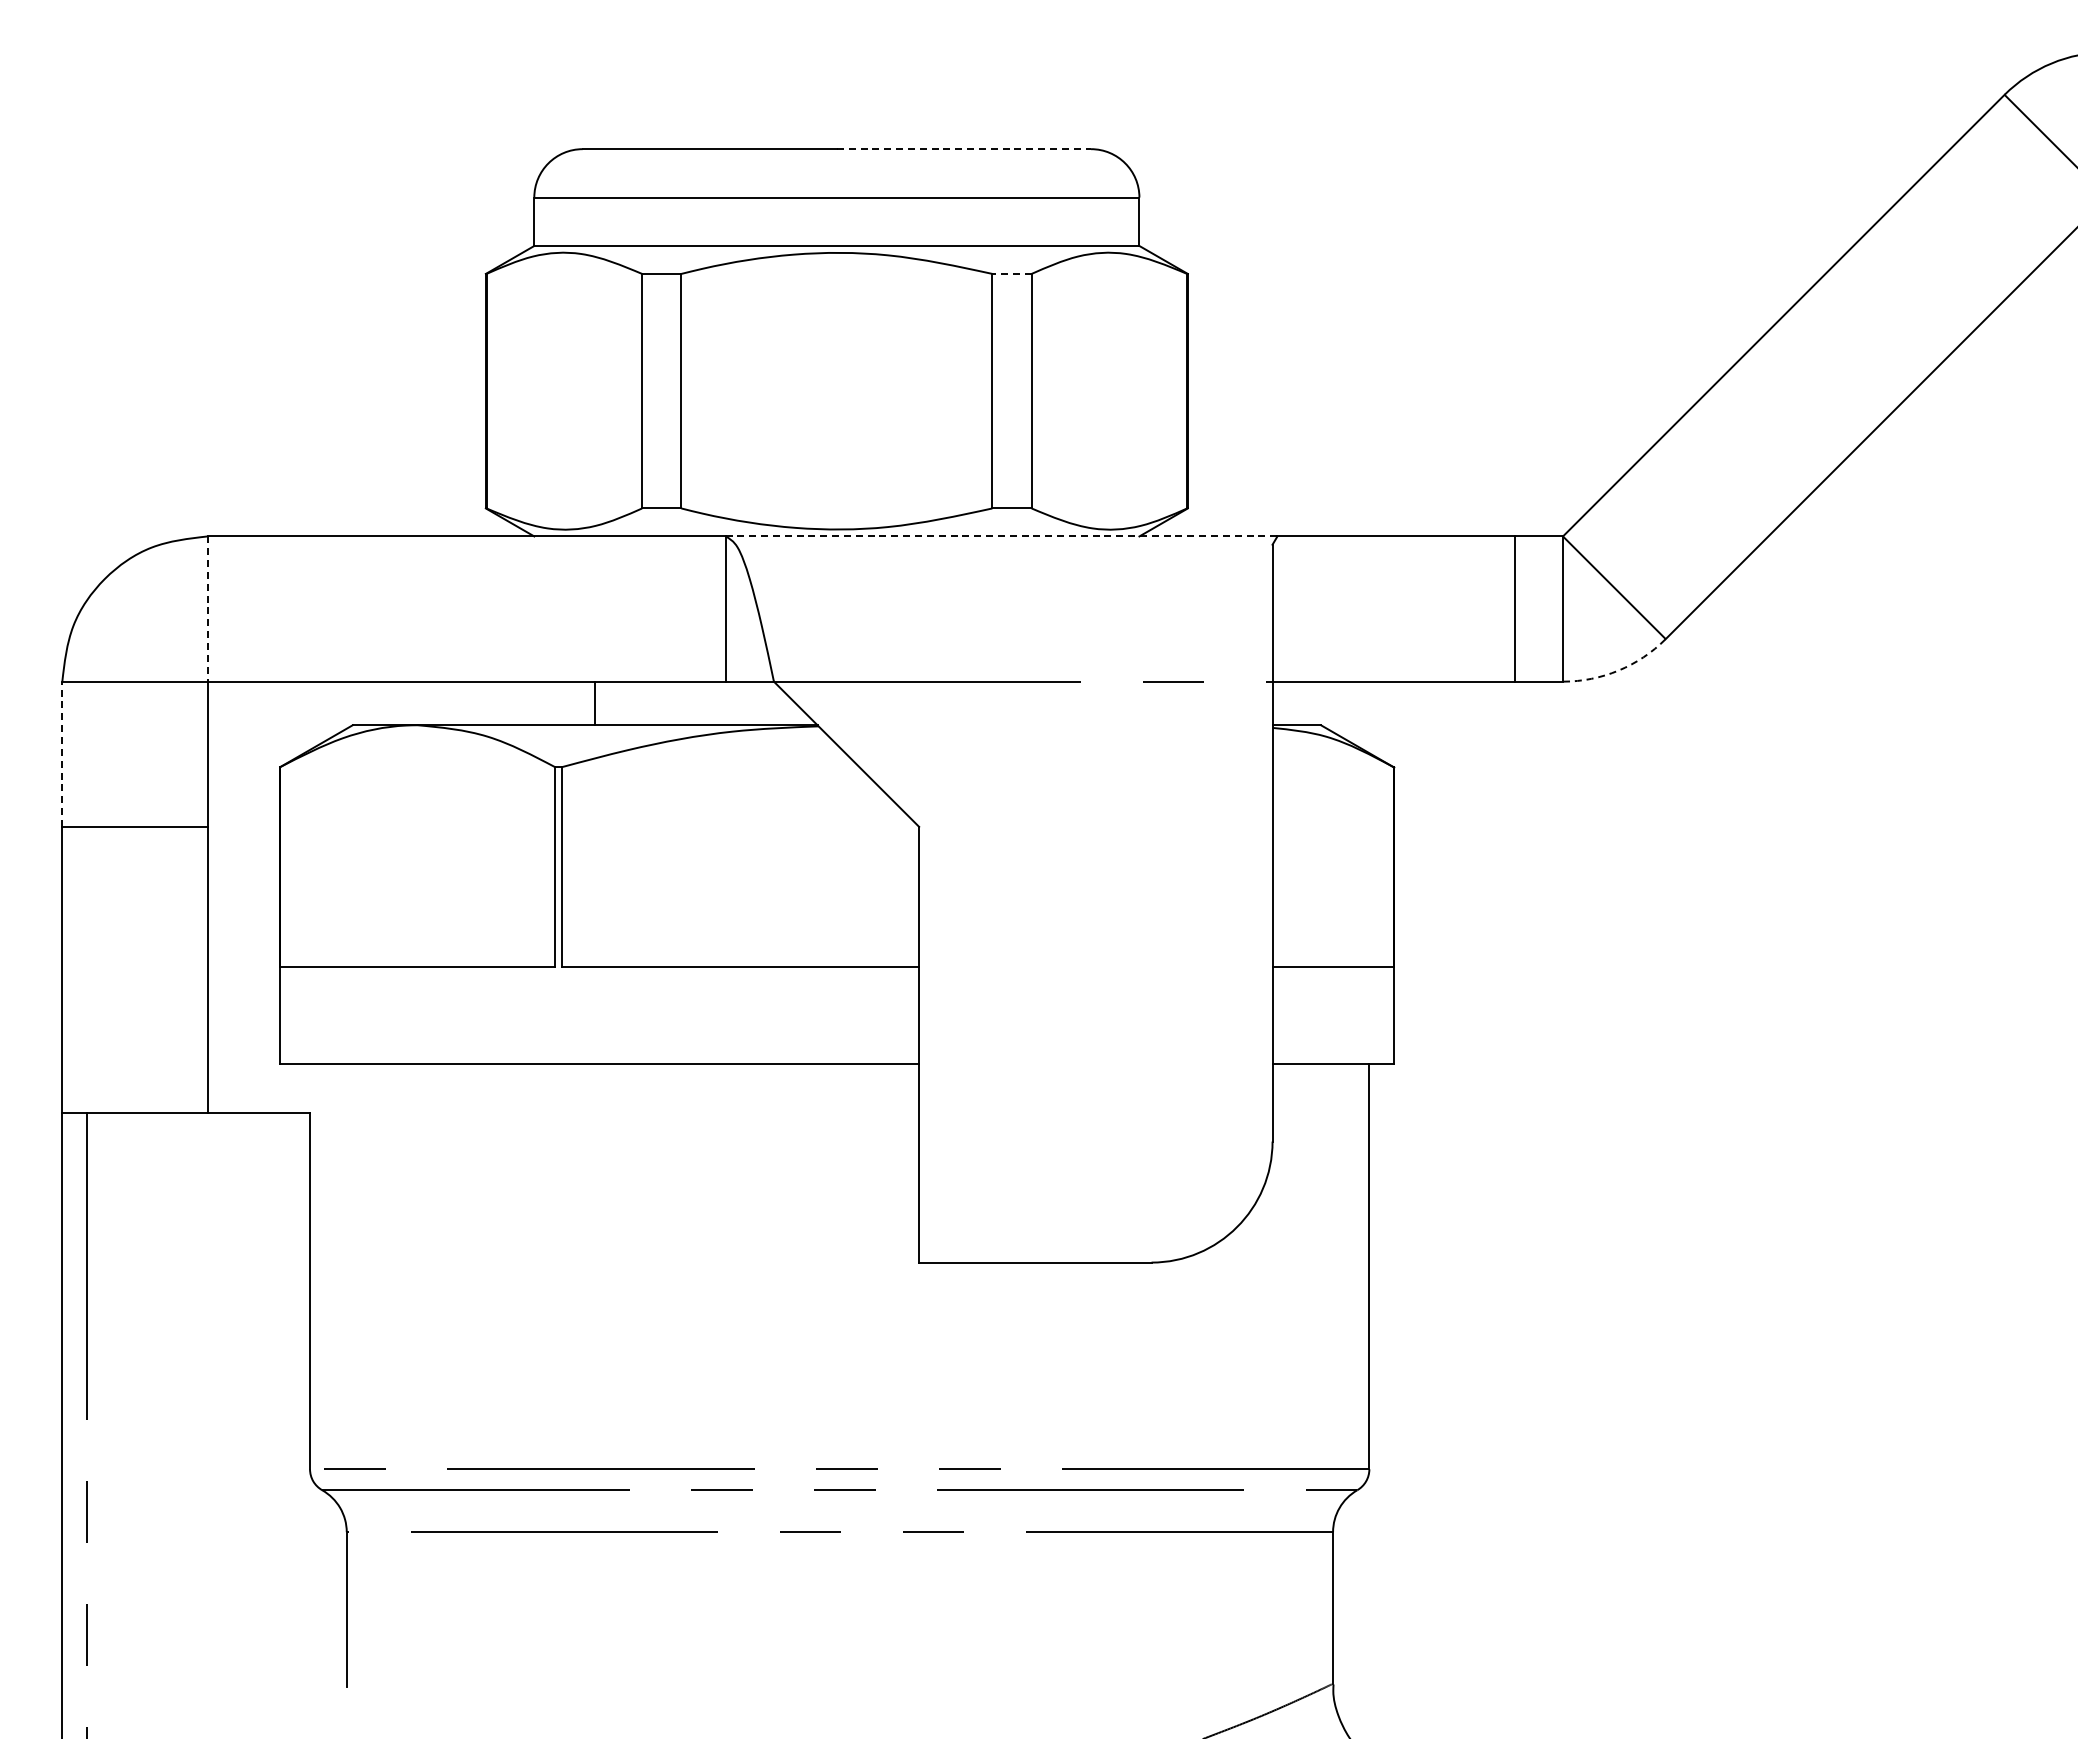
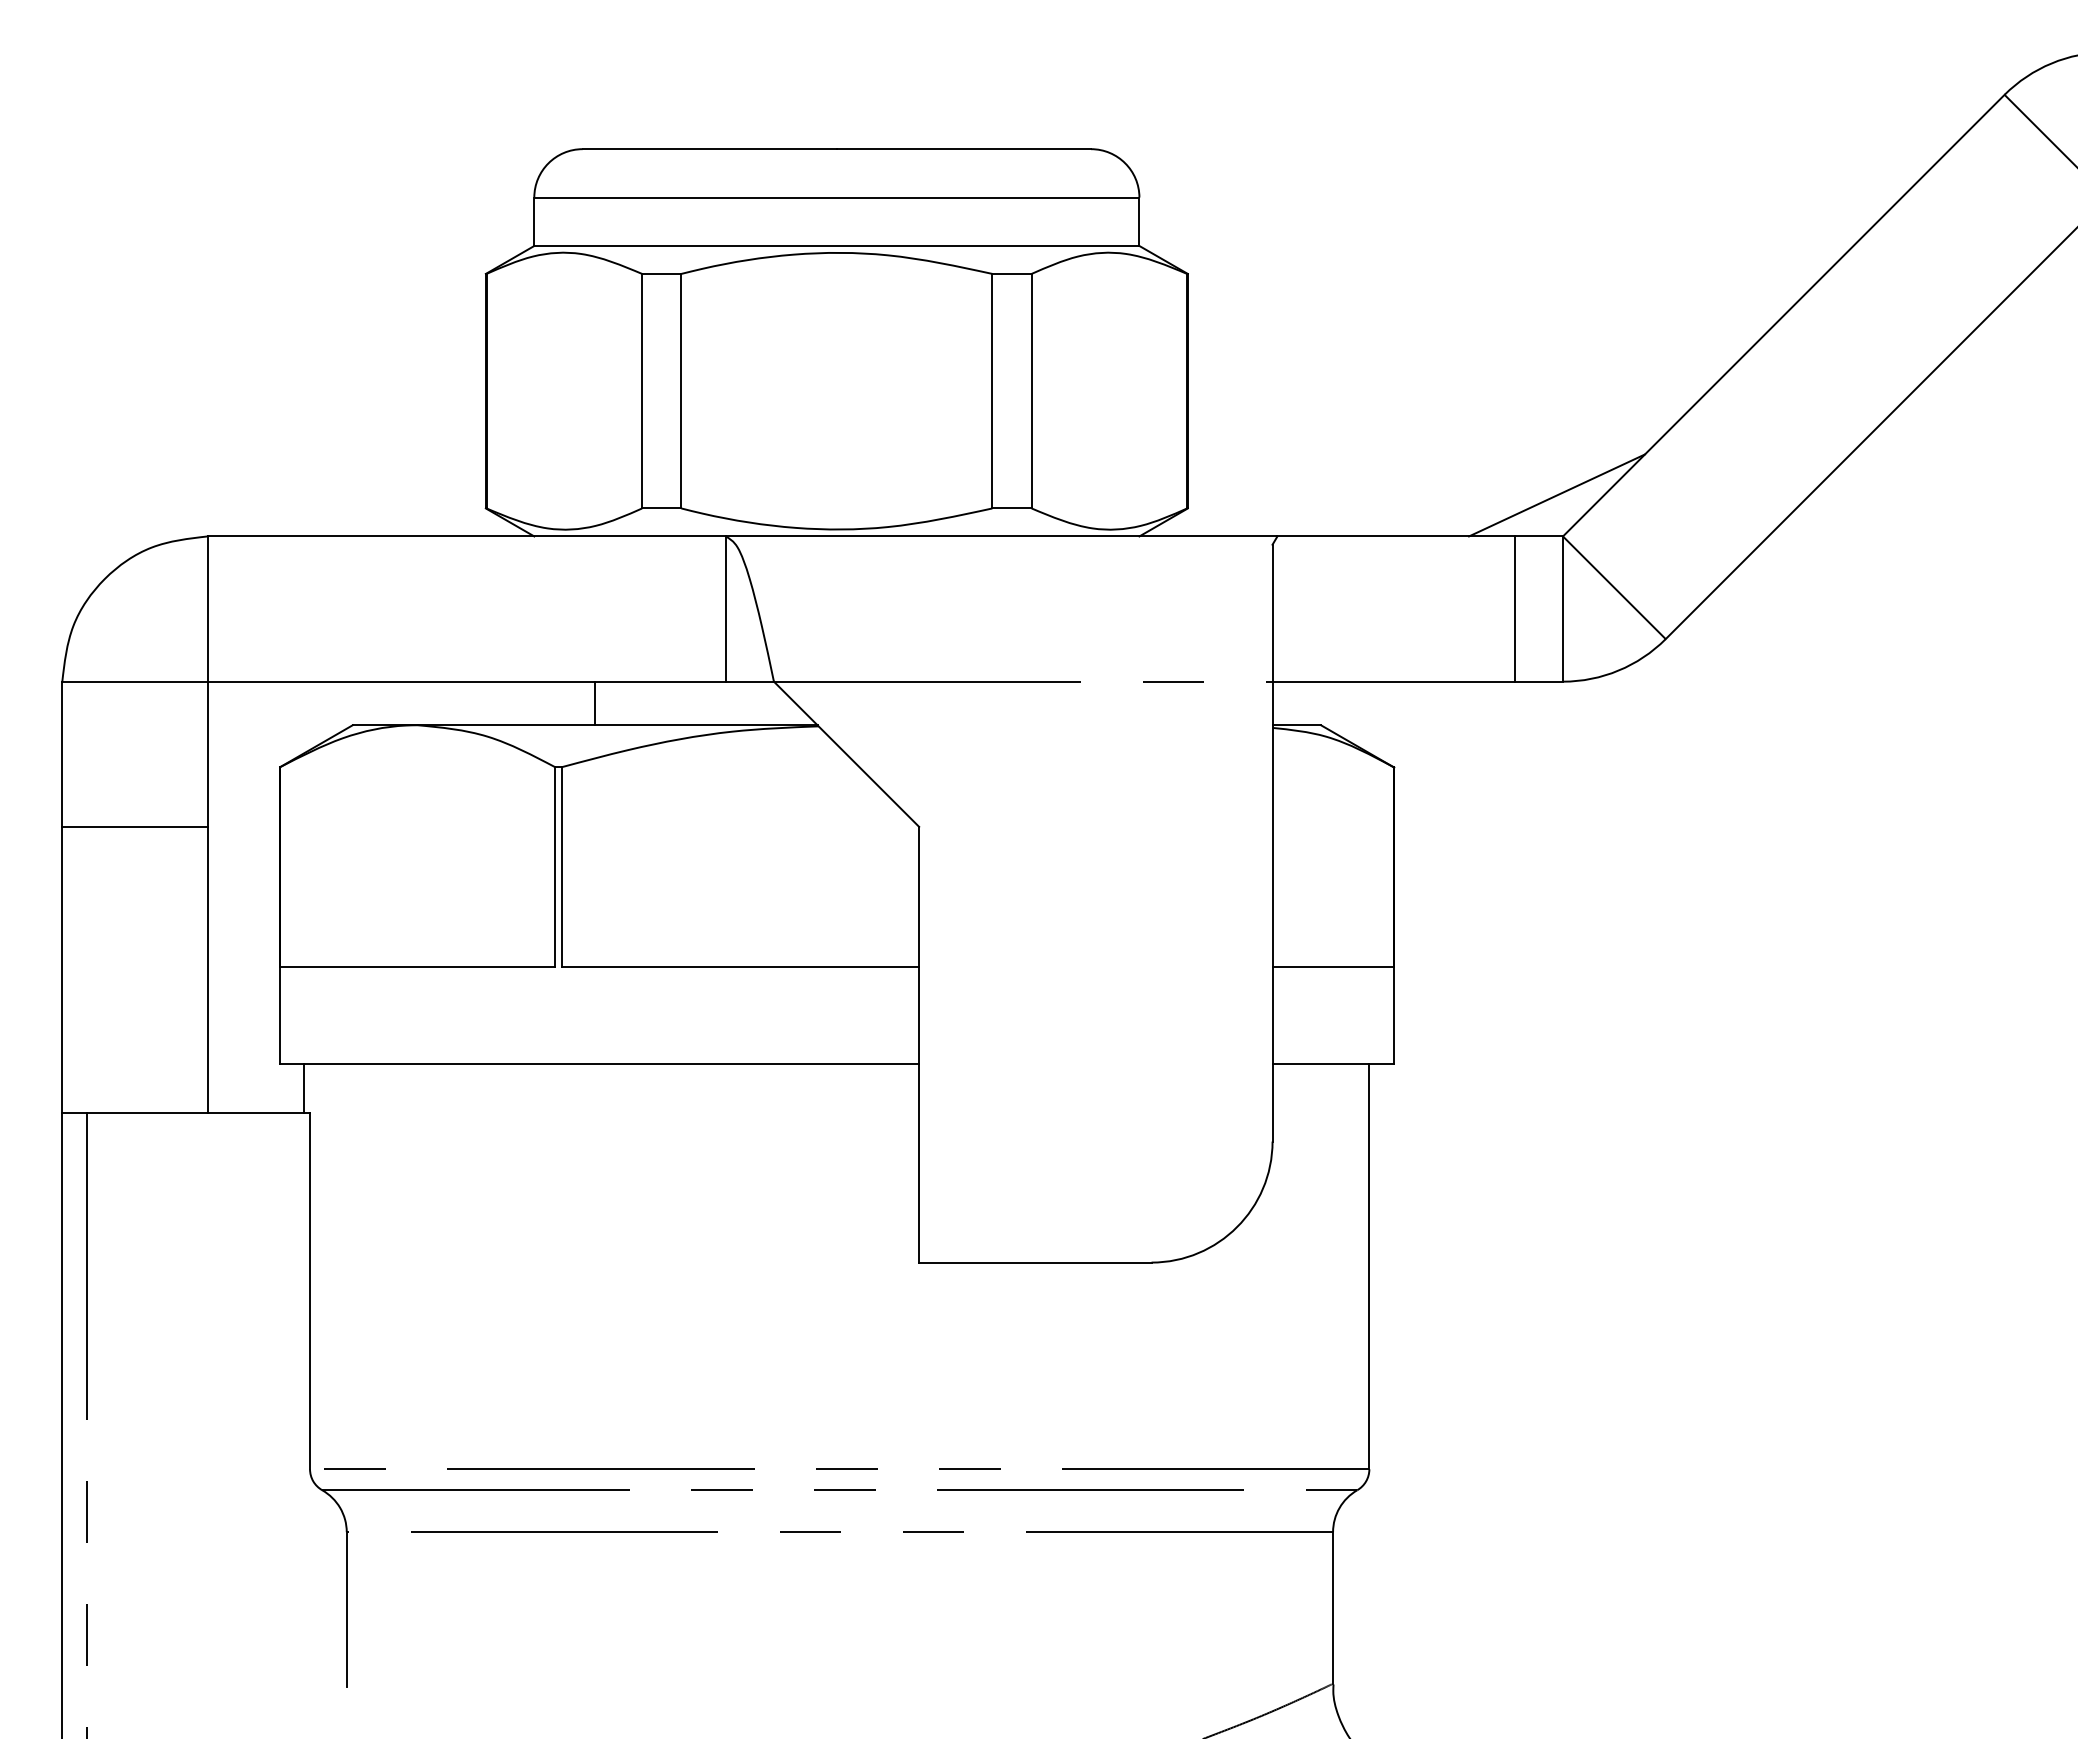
line at (964, 149): dashed -> solid
line at (1012, 273): dashed -> solid
line at (1557, 495): none -> present
line at (1001, 536): dashed -> solid
line at (207, 609): dashed -> solid
arc at (1618, 670): dashed -> solid
line at (62, 754): dashed -> solid
line at (304, 1088): none -> present
